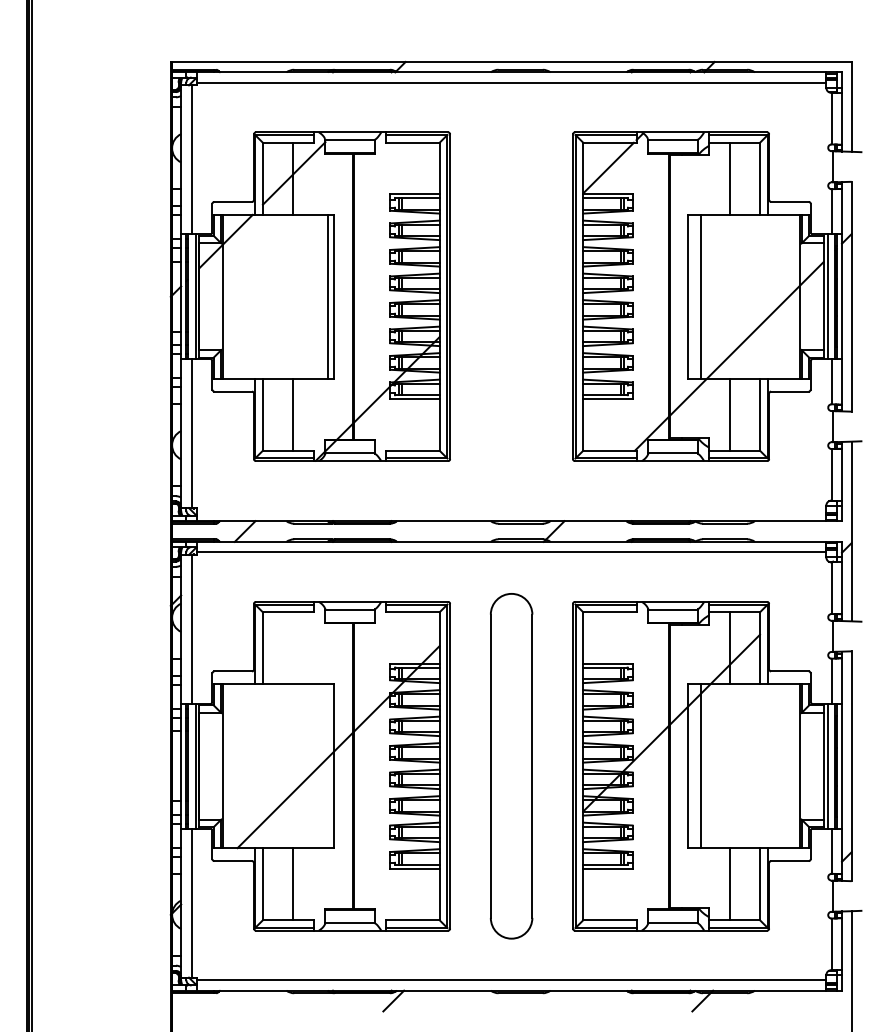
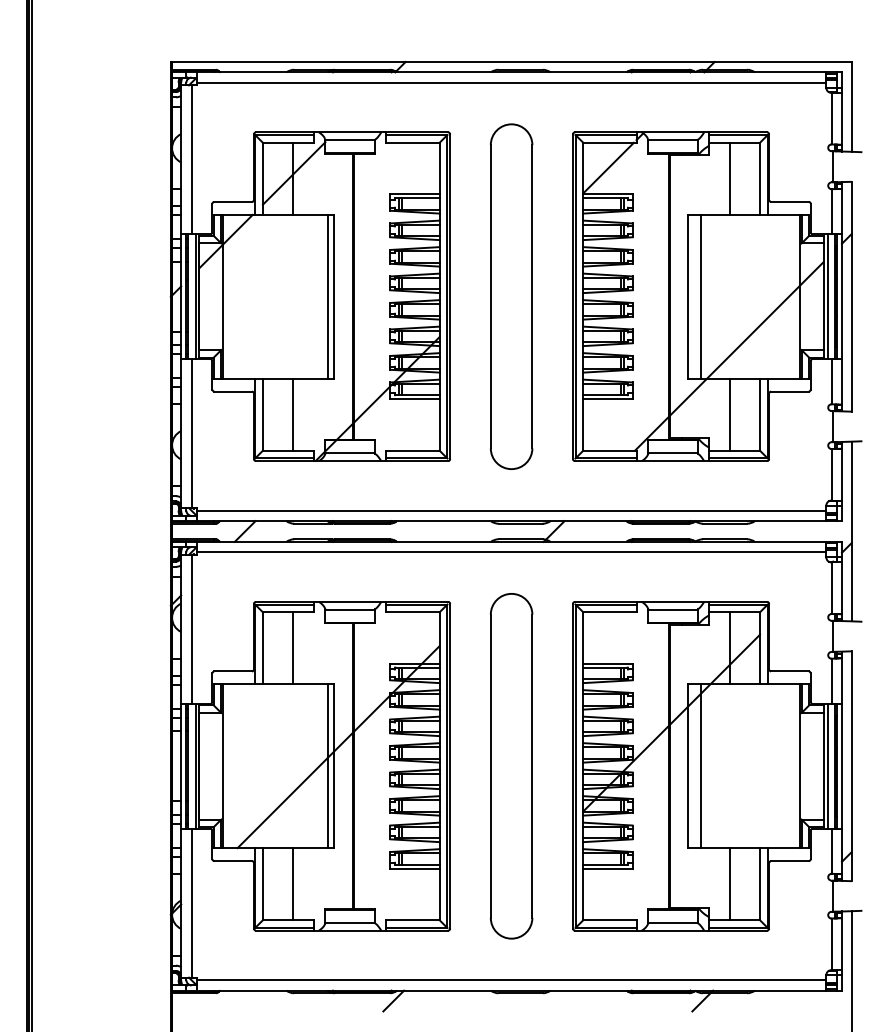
part at (511, 296): none -> present
line at (511, 510): none -> present
line at (292, 648): none -> present
line at (327, 766): none -> present
